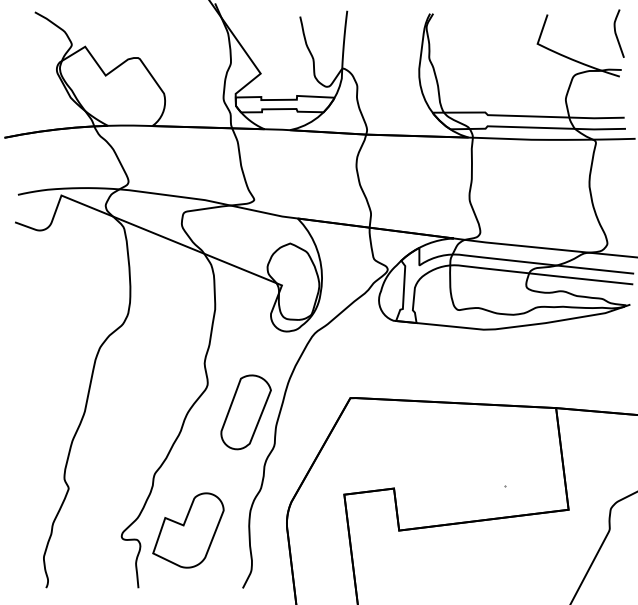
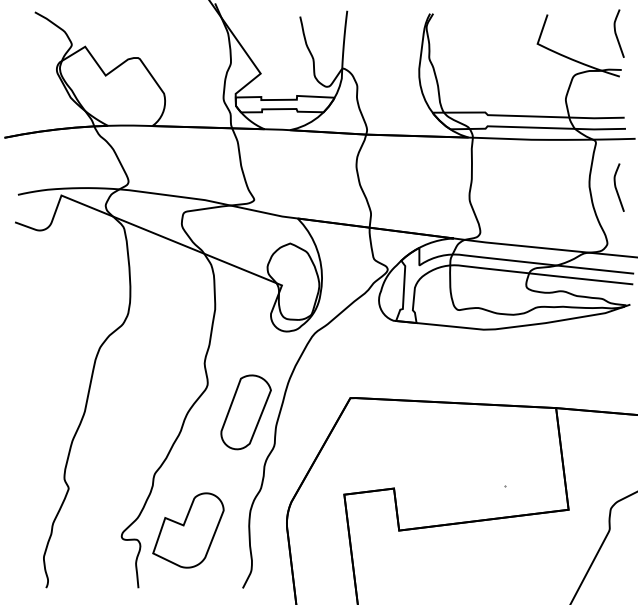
curve at (616, 187): none -> present
